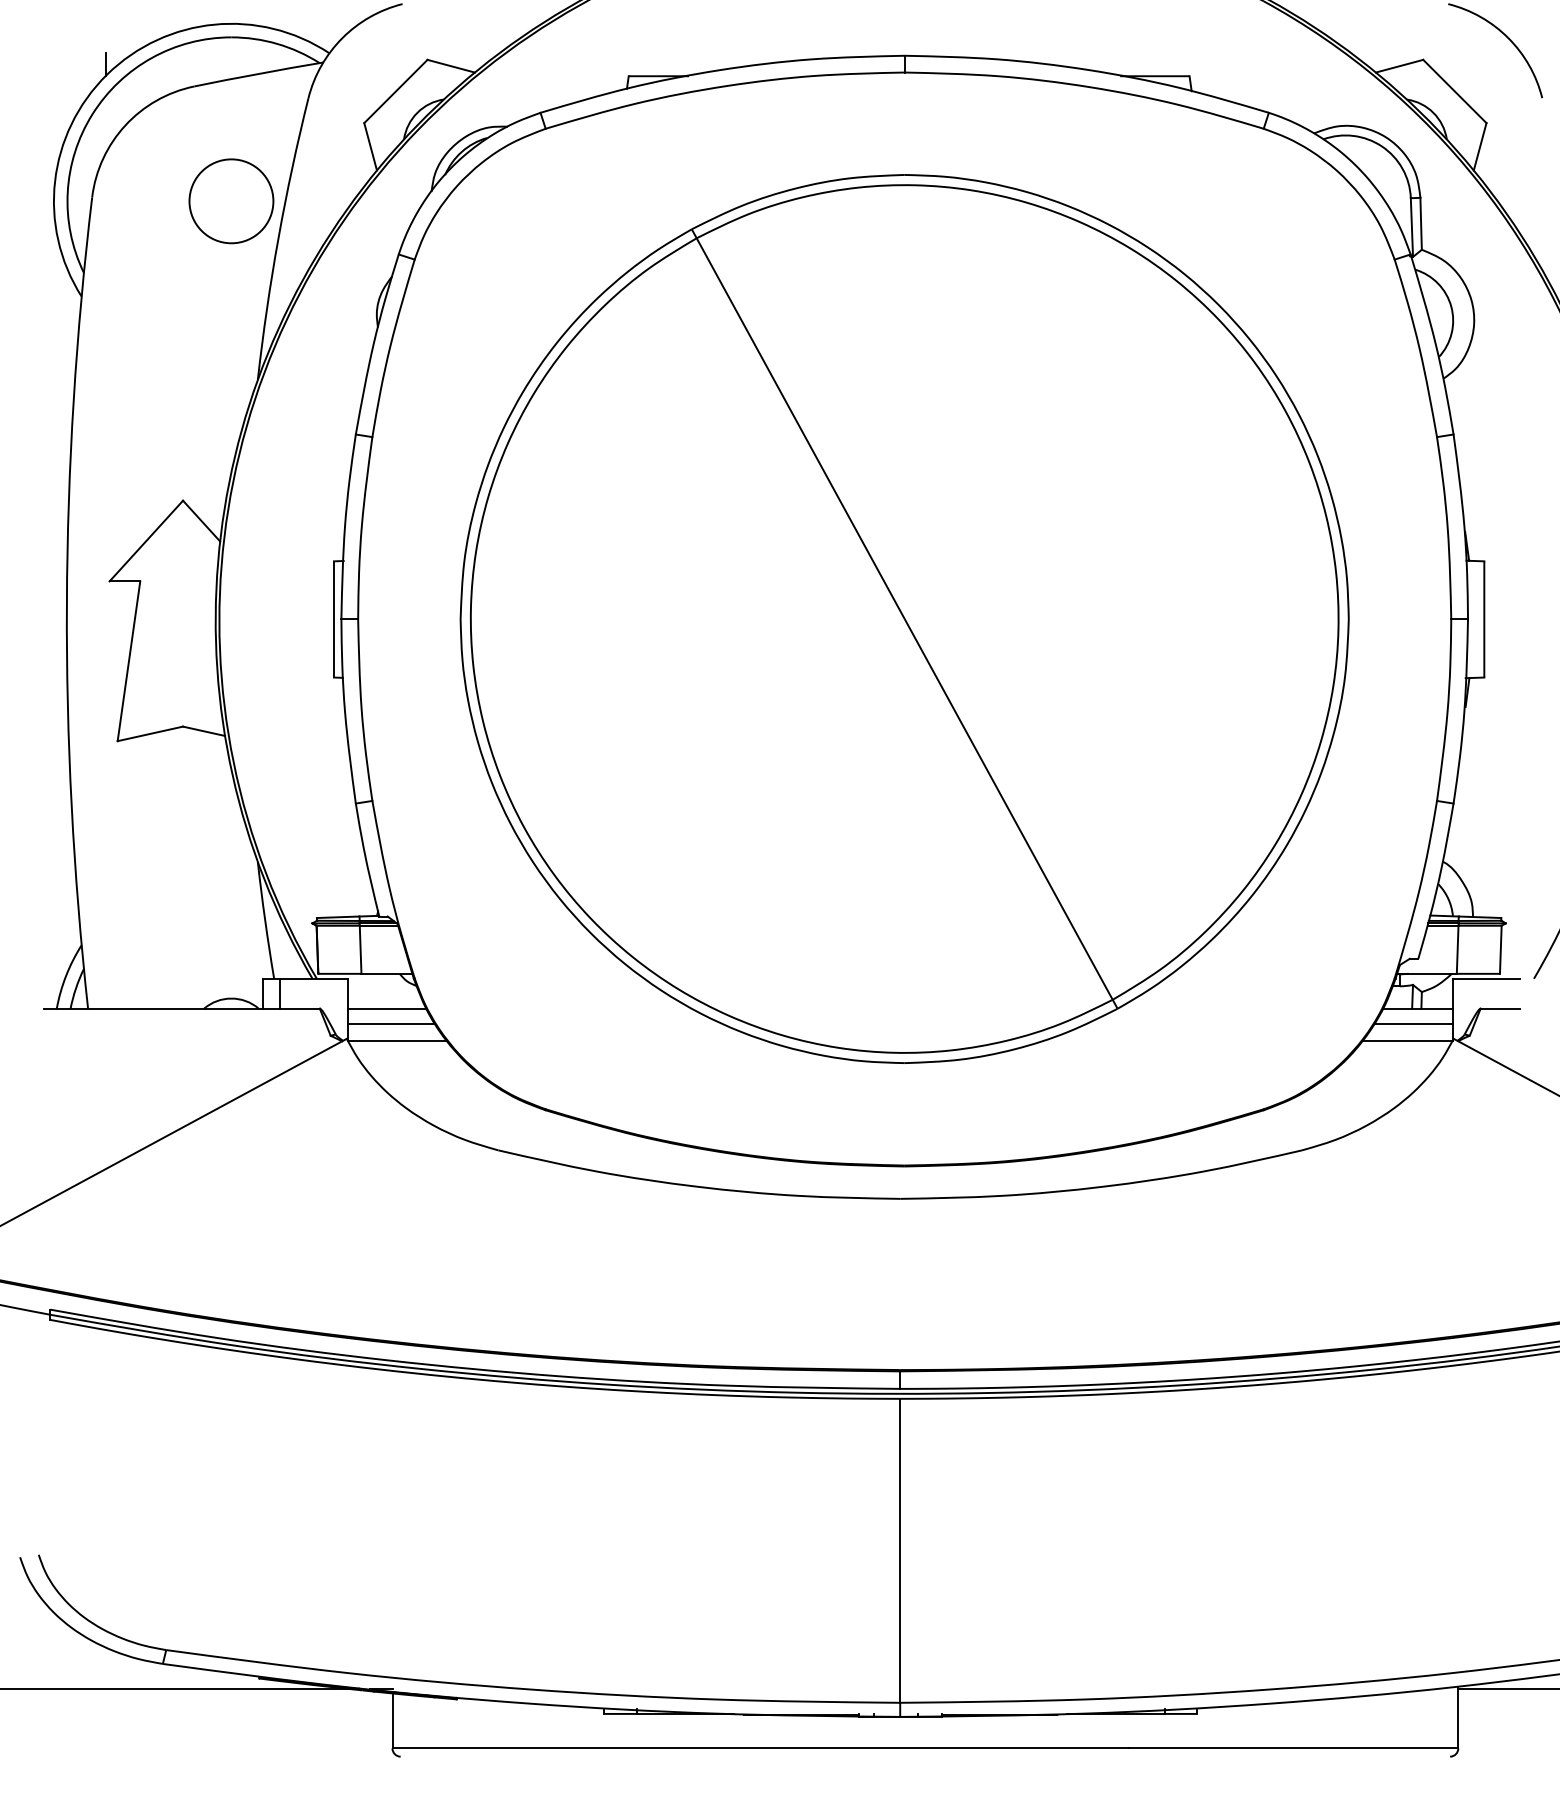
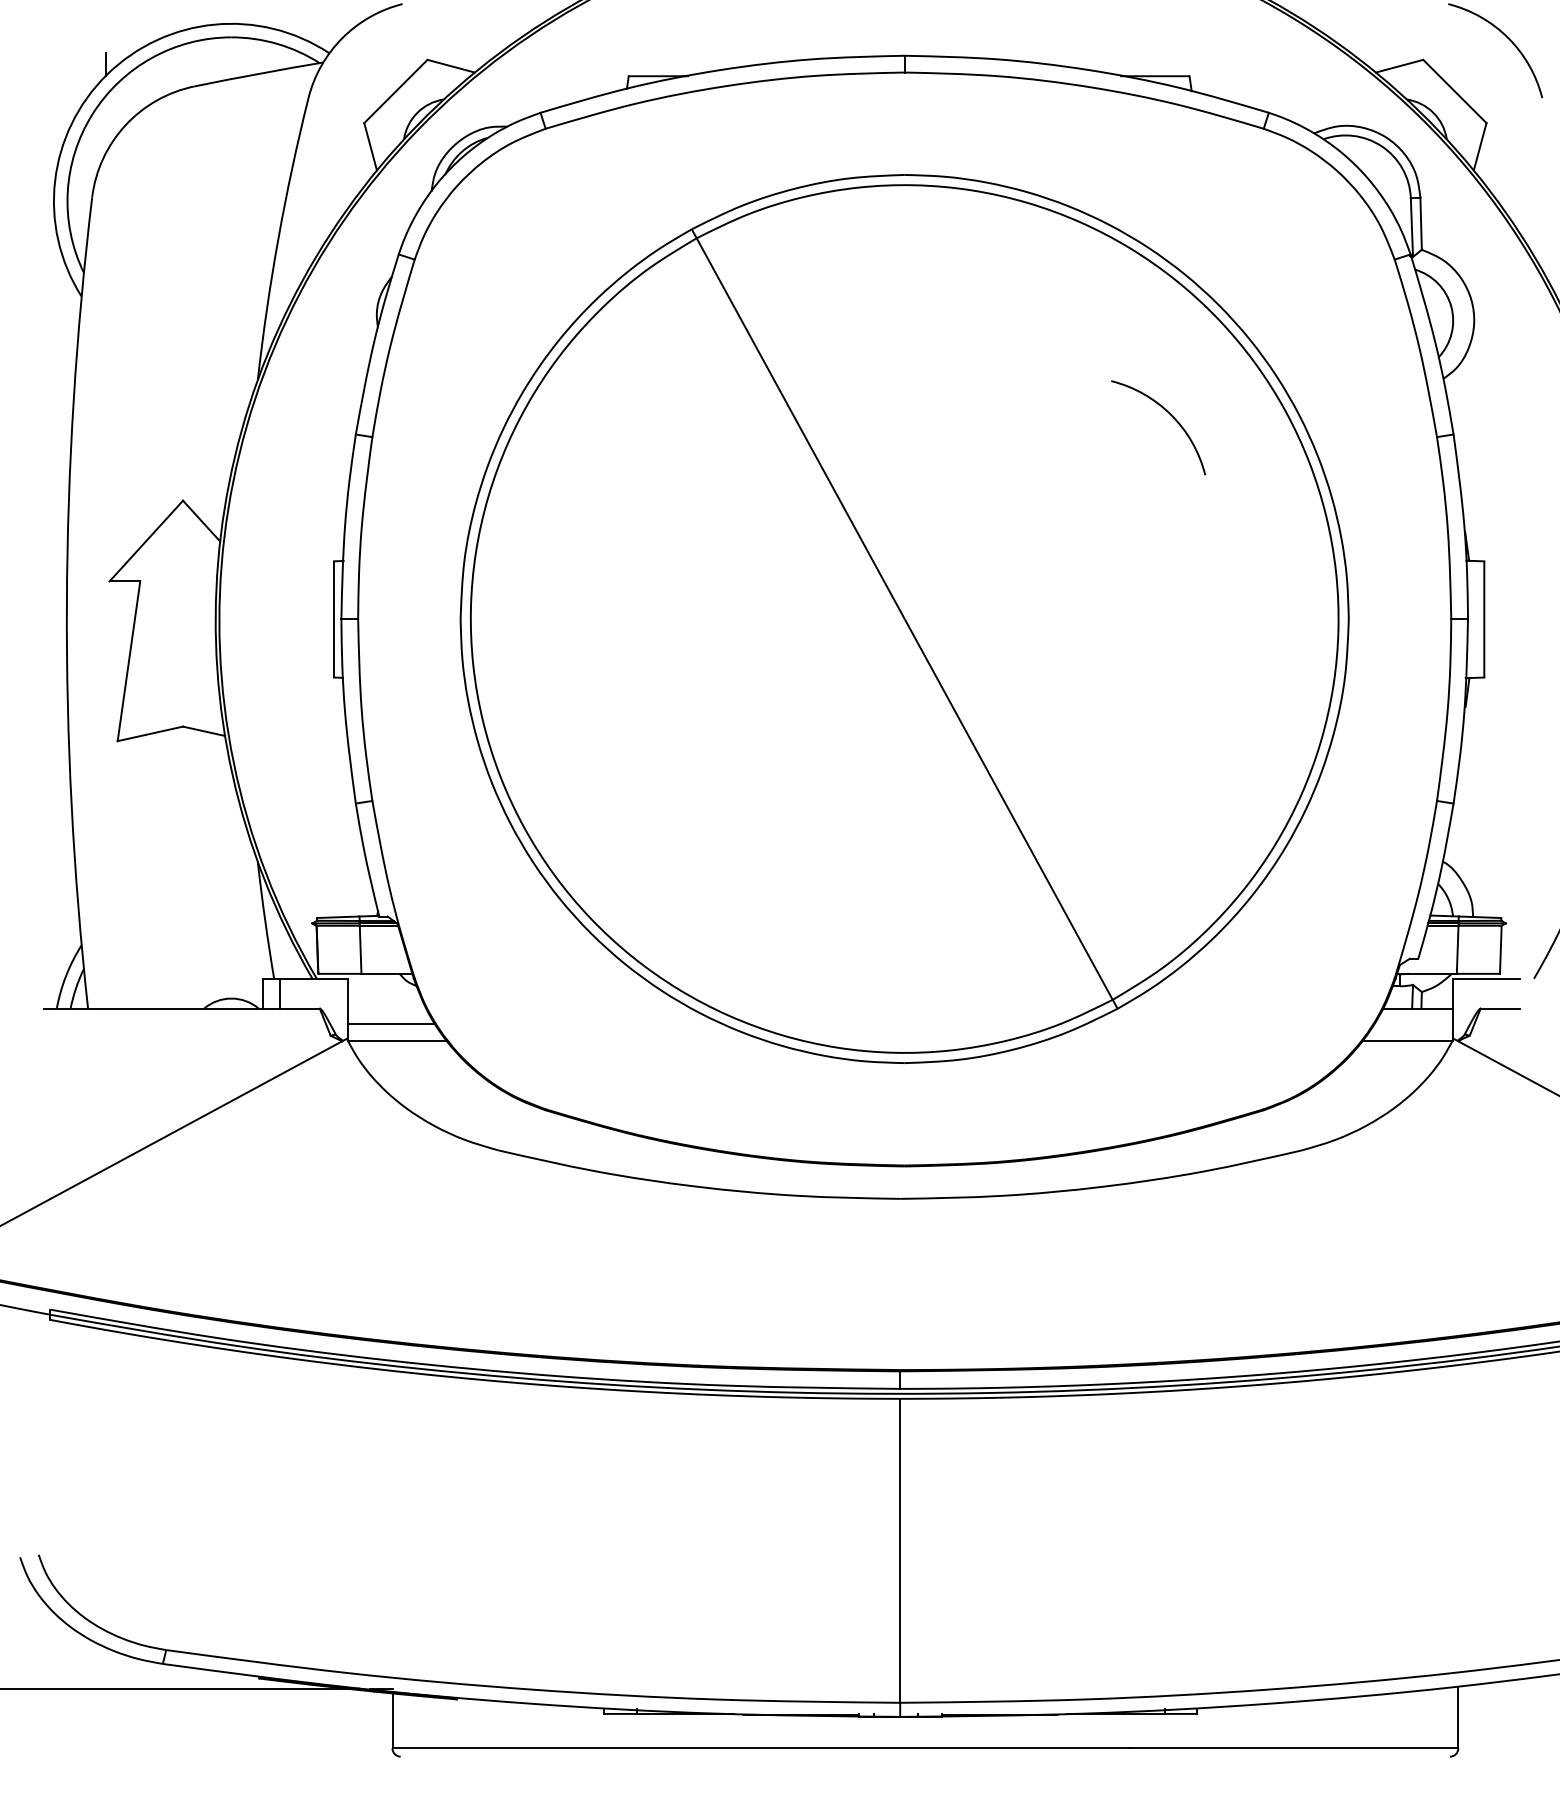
circle at (231, 201): present -> none
arc at (1170, 415): none -> present
line at (386, 1008): present -> none
line at (1413, 1023): present -> none
line at (1507, 1689): present -> none
